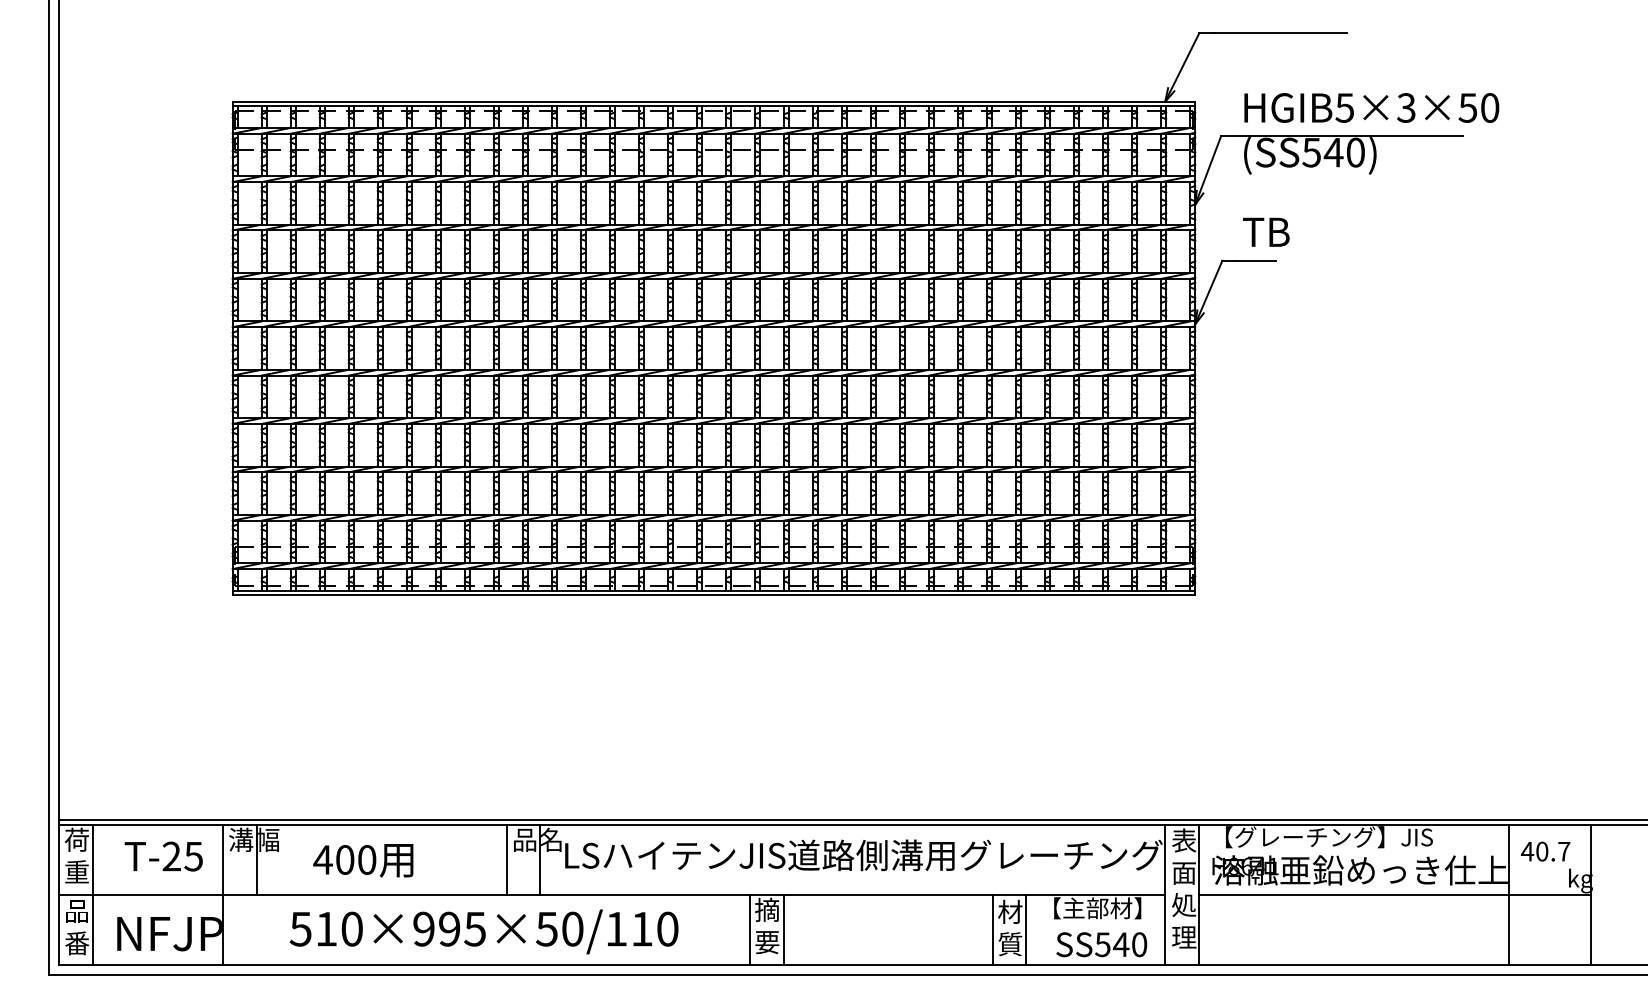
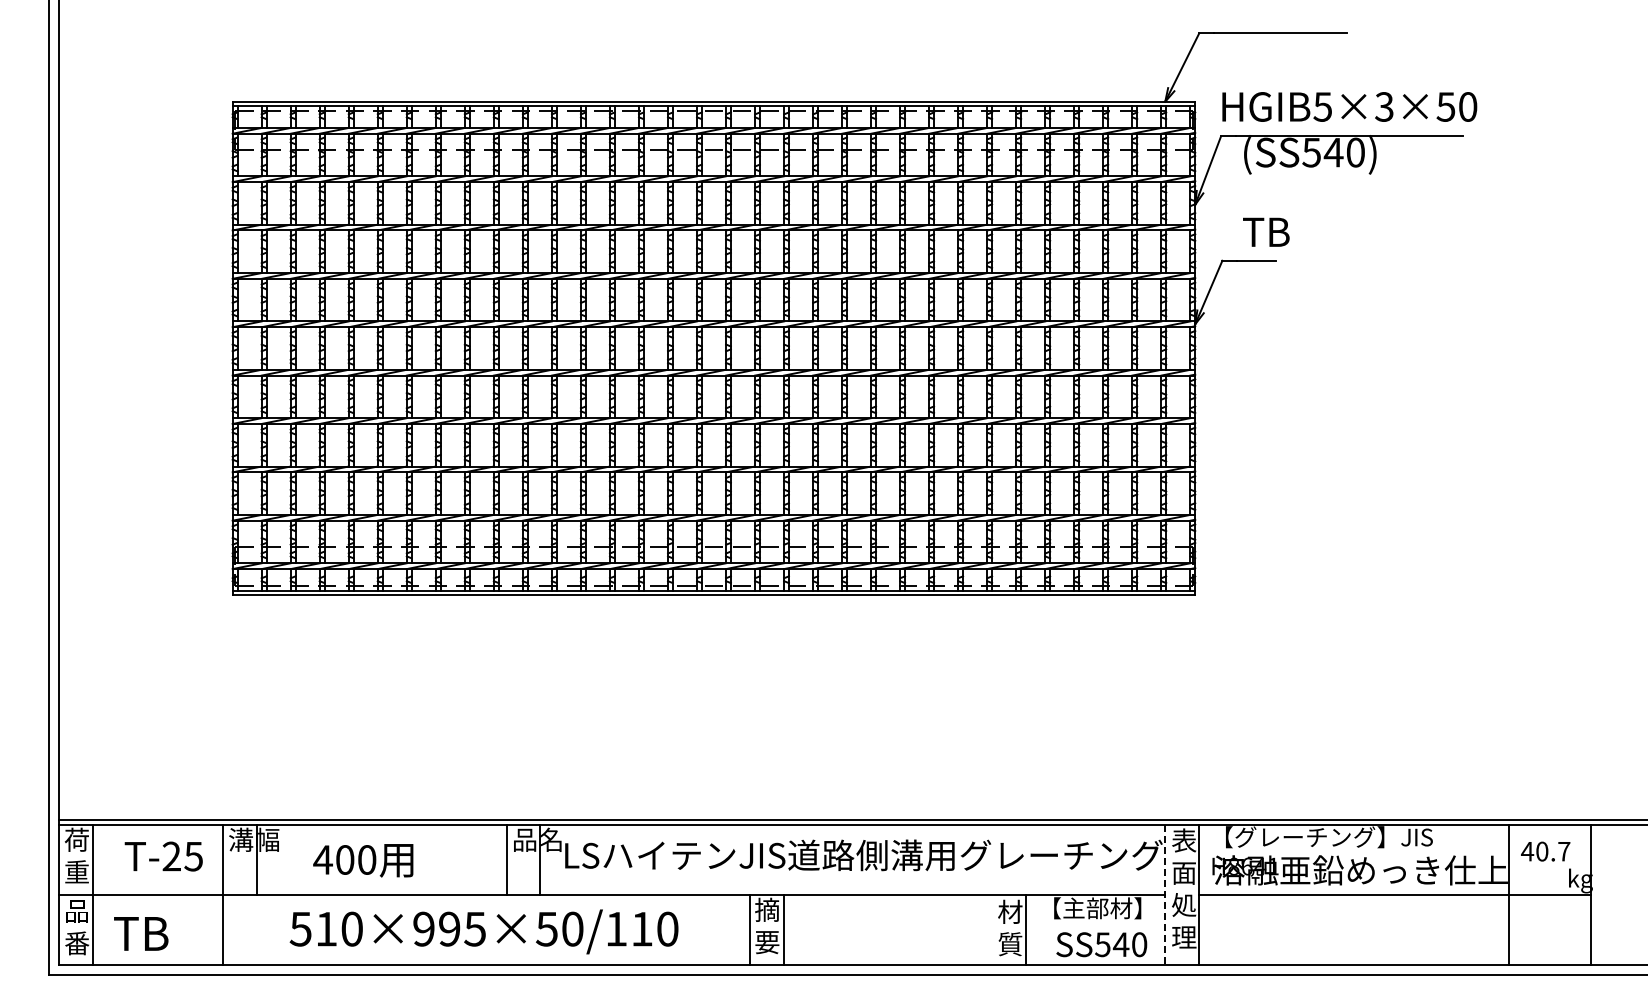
text at (1371, 107) position: (1371, 107) -> (1349, 106)
line at (1165, 895): solid -> dashed
line at (992, 929): present -> none
text at (167, 934): NFJP -> TB
